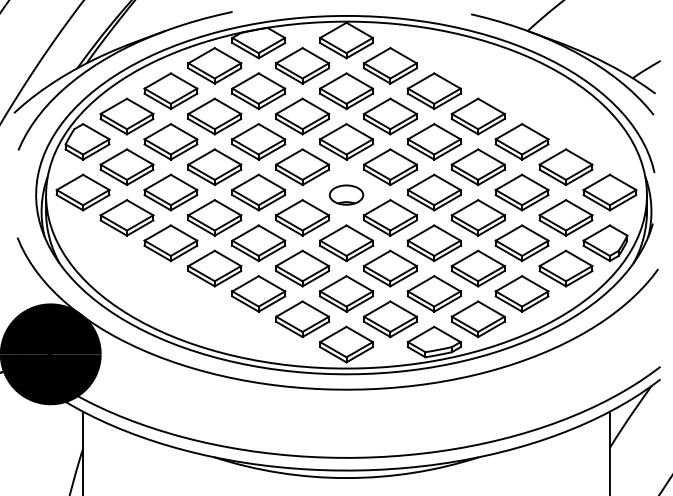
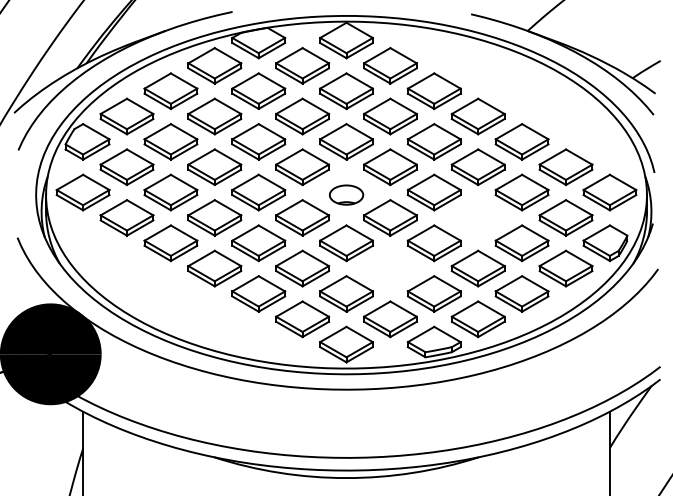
part at (477, 217): present -> none
part at (390, 268): present -> none
